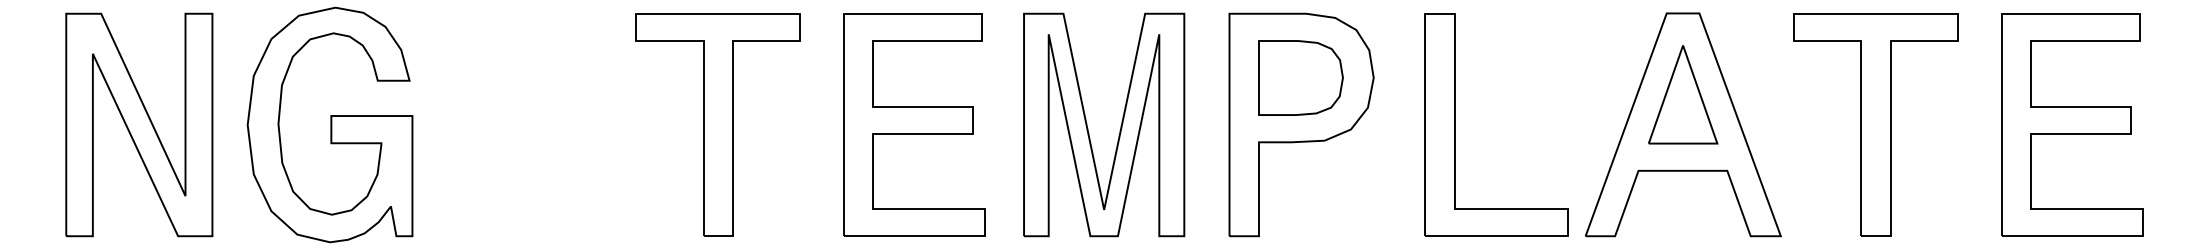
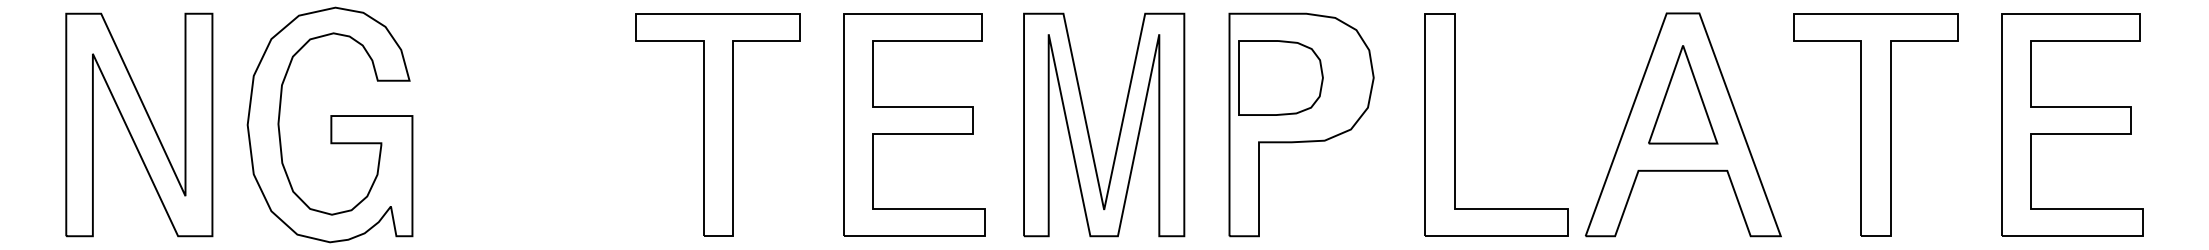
part at (1300, 77) position: (1300, 77) -> (1280, 77)
